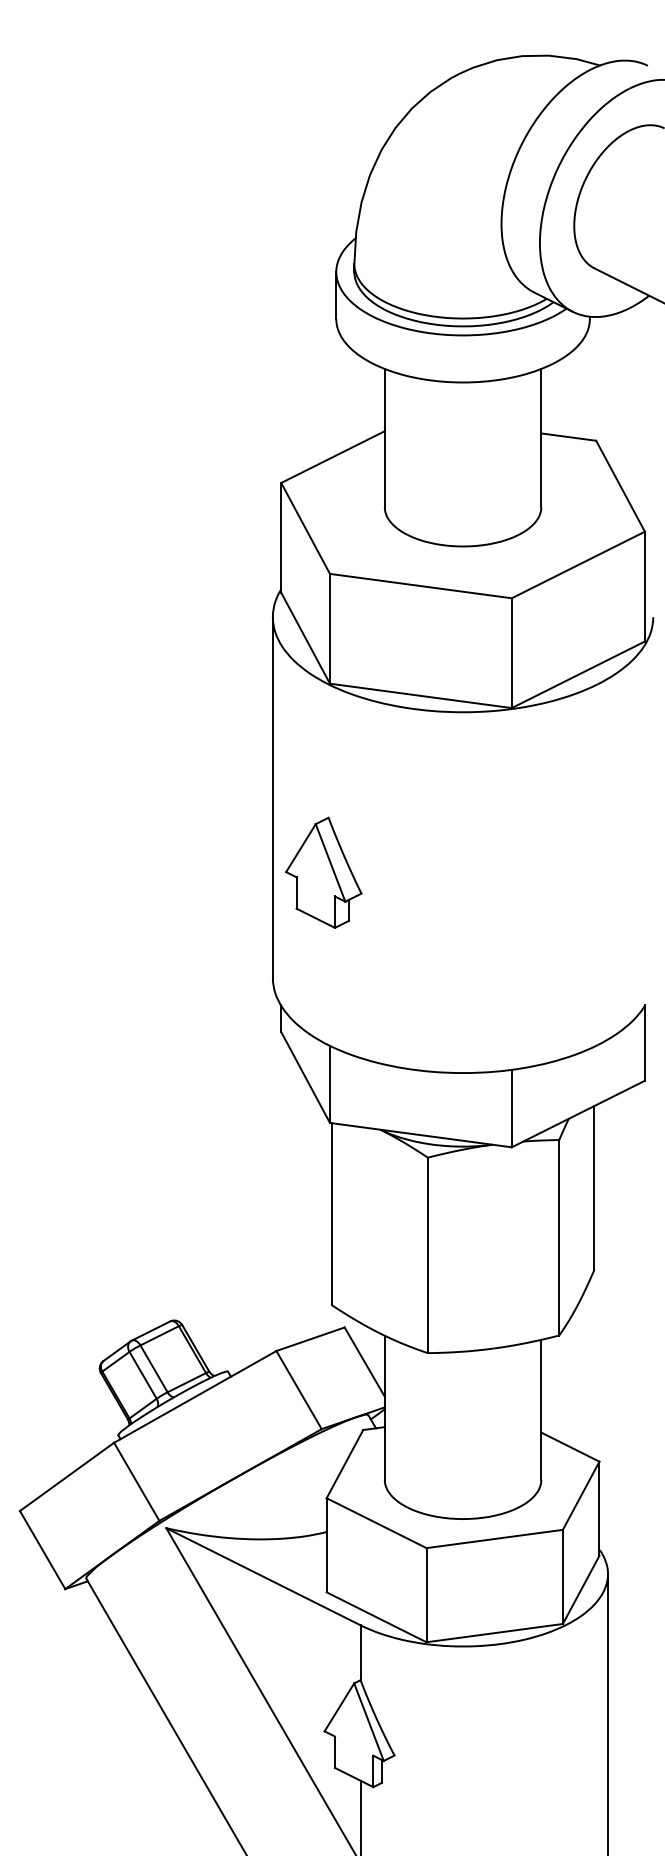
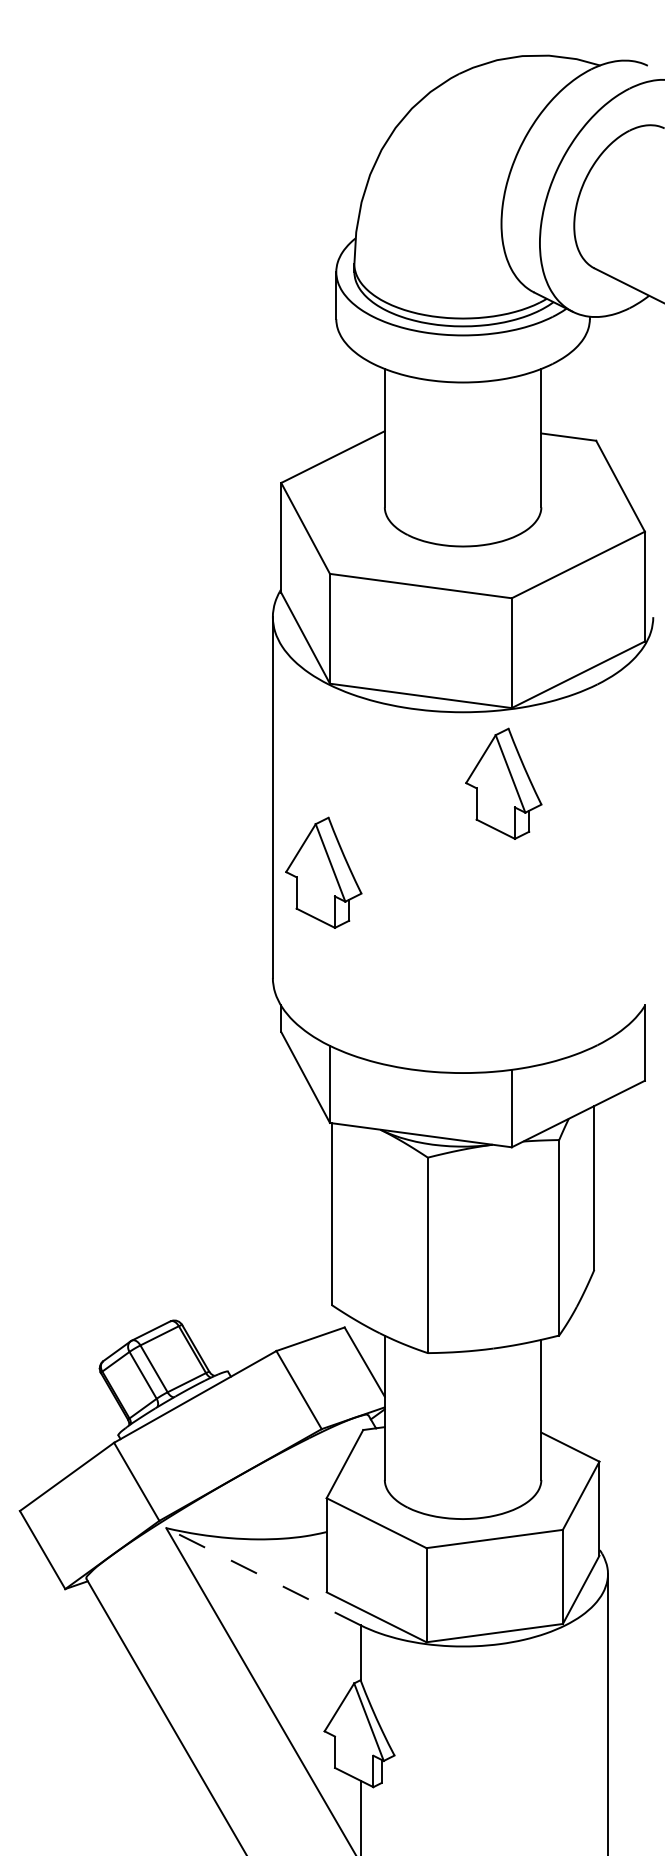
part at (503, 783): none -> present
line at (263, 1576): solid -> dashed
